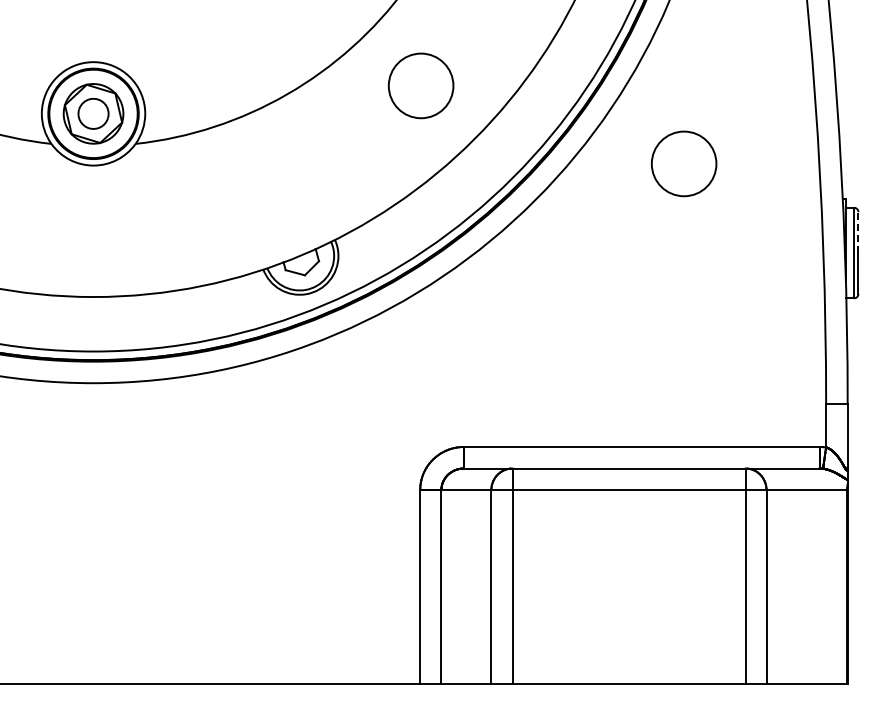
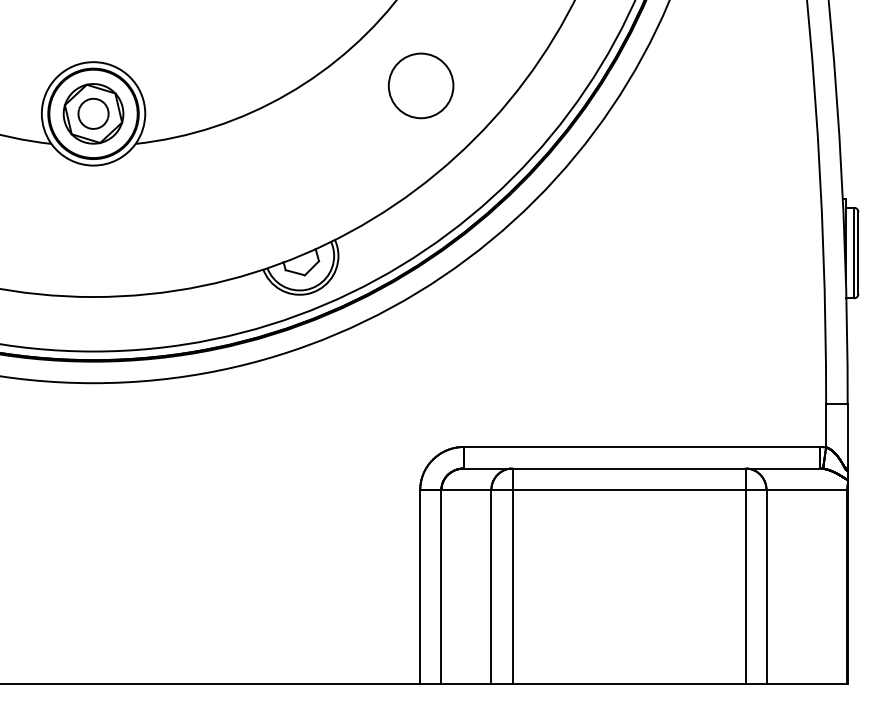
part at (683, 163): present -> none
line at (858, 232): dashed -> solid
